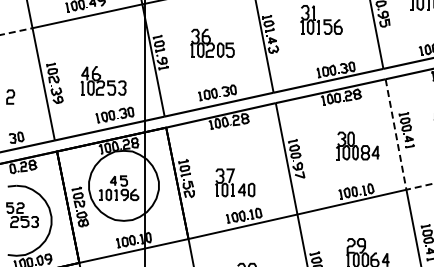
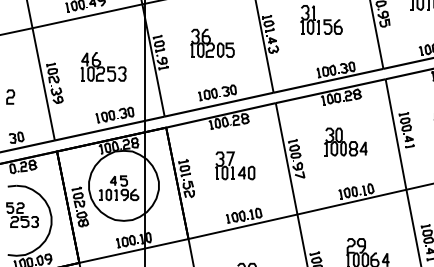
line at (16, 31): dashed -> solid
part at (103, 80) position: (103, 80) -> (103, 66)
part at (357, 145) position: (357, 145) -> (345, 141)
line at (398, 148): dashed -> solid
part at (235, 182) position: (235, 182) -> (235, 165)
